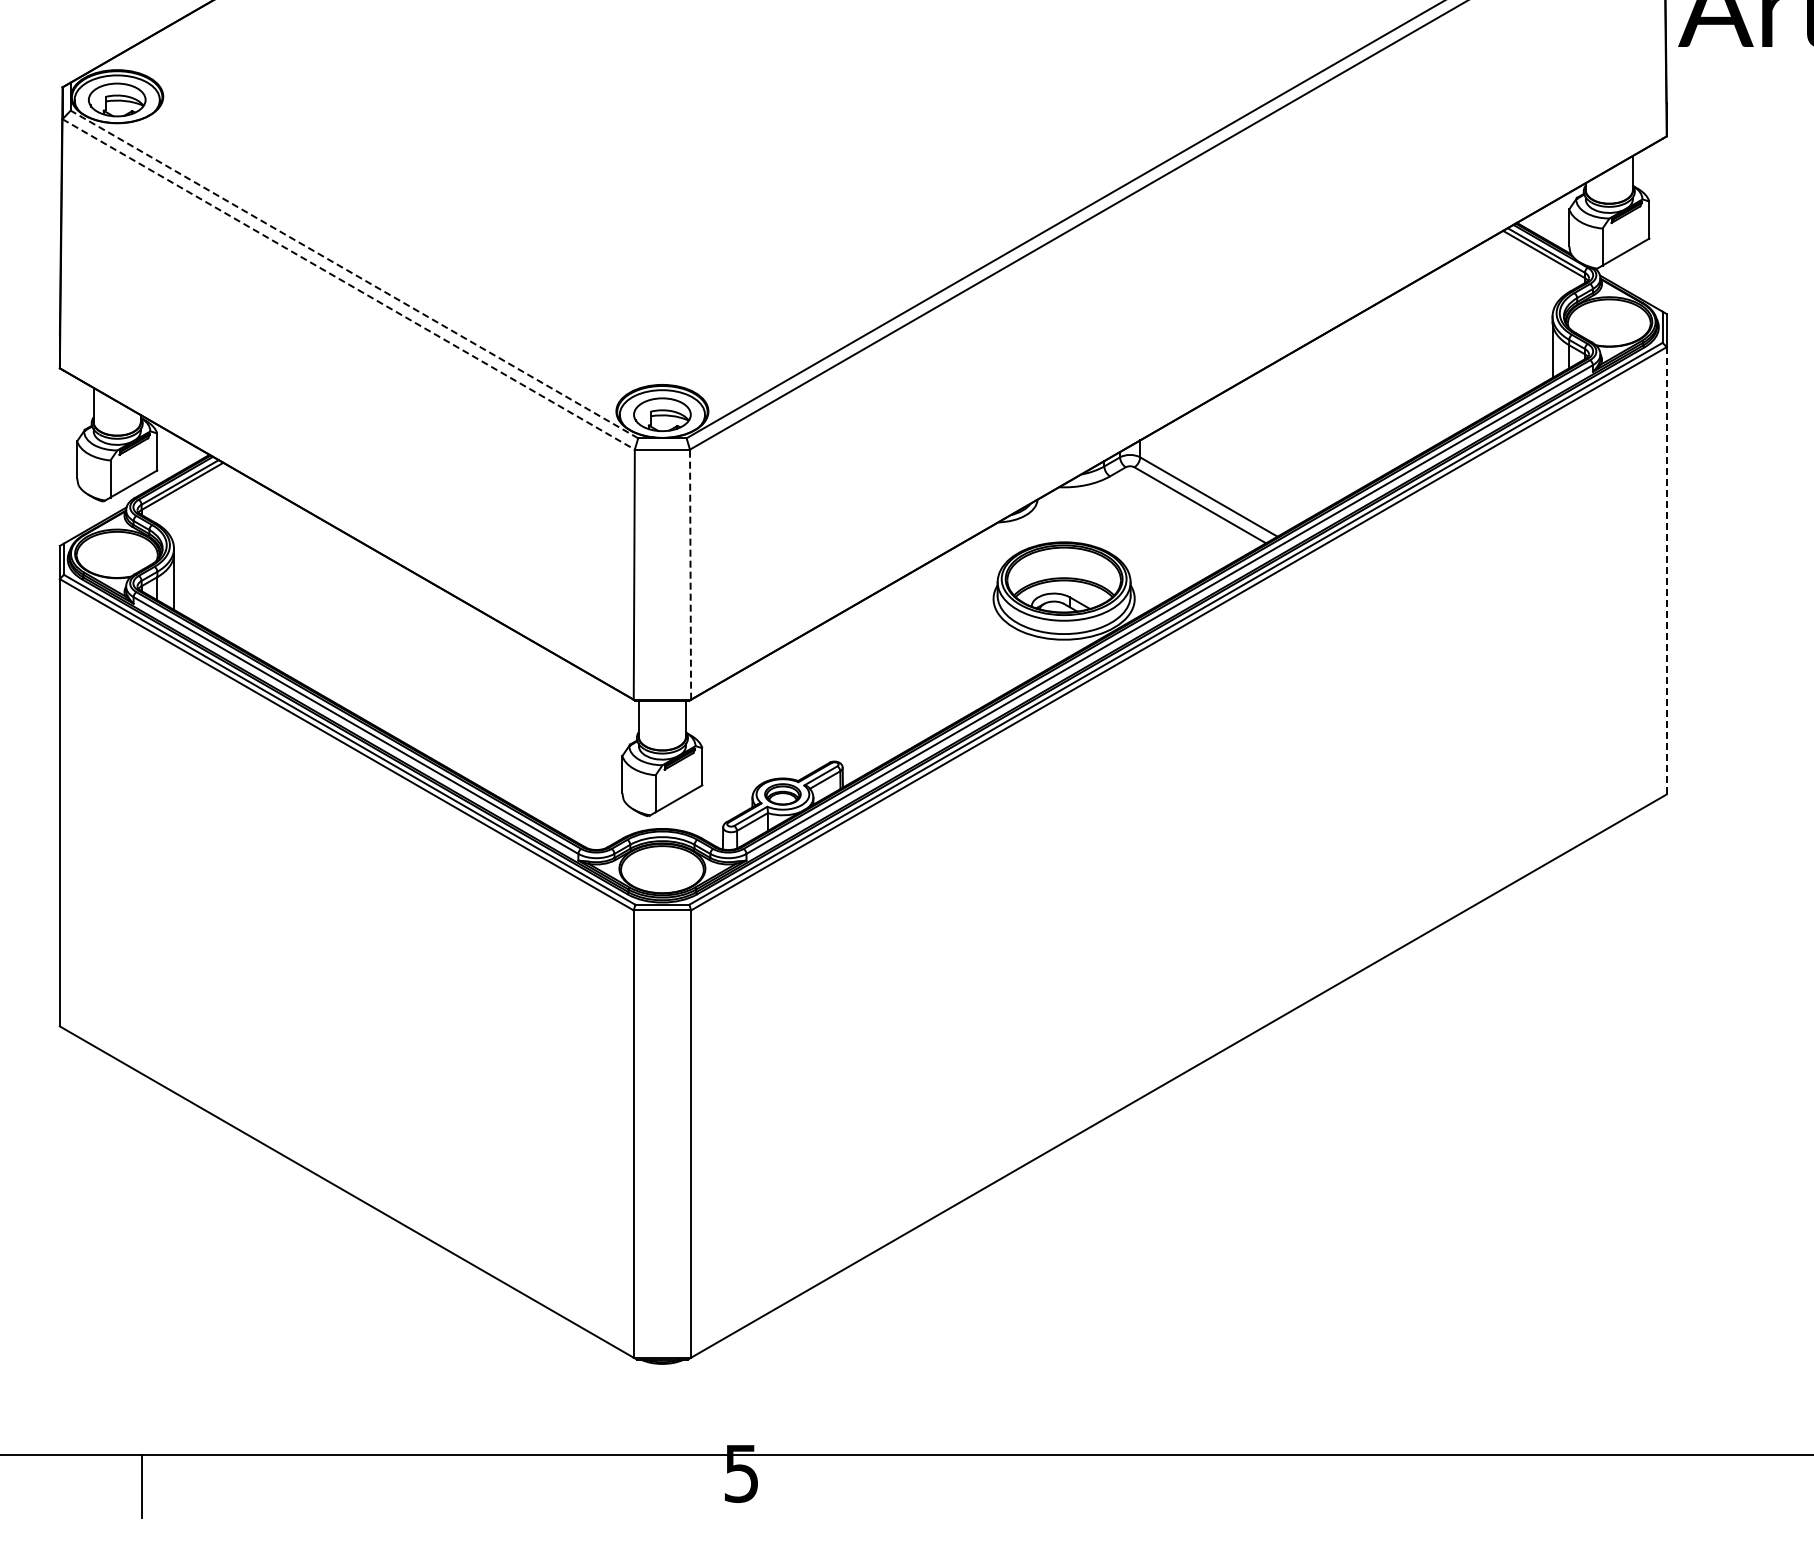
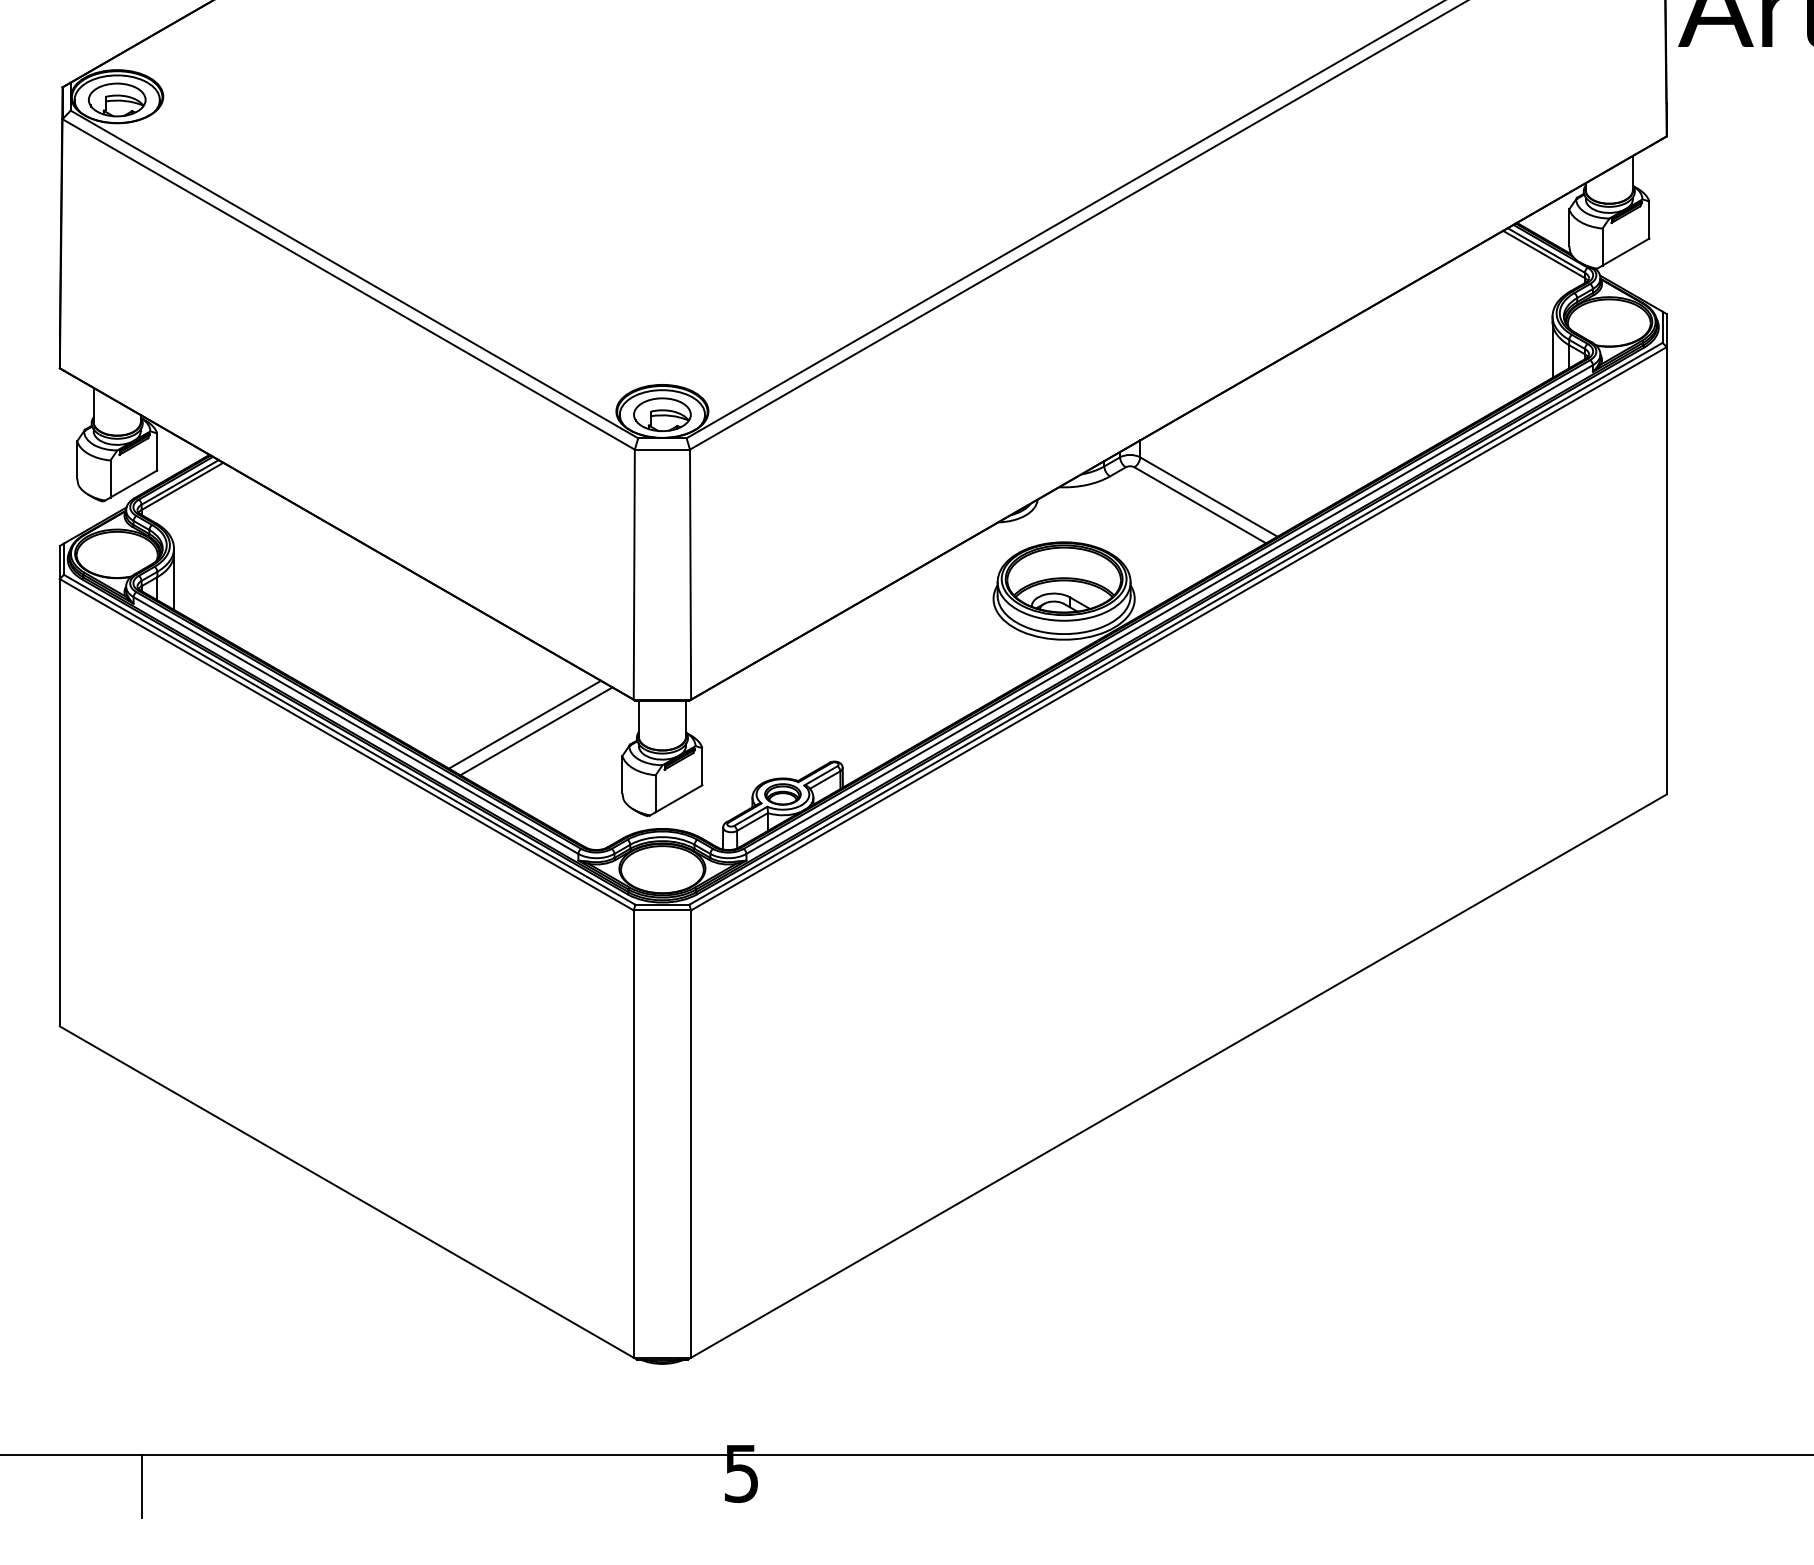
line at (354, 274): dashed -> solid
line at (349, 284): dashed -> solid
line at (1666, 570): dashed -> solid
line at (690, 574): dashed -> solid
line at (525, 724): none -> present
line at (536, 731): none -> present
